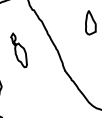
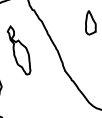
part at (18, 50) size: 18x37 px -> 26x51 px
